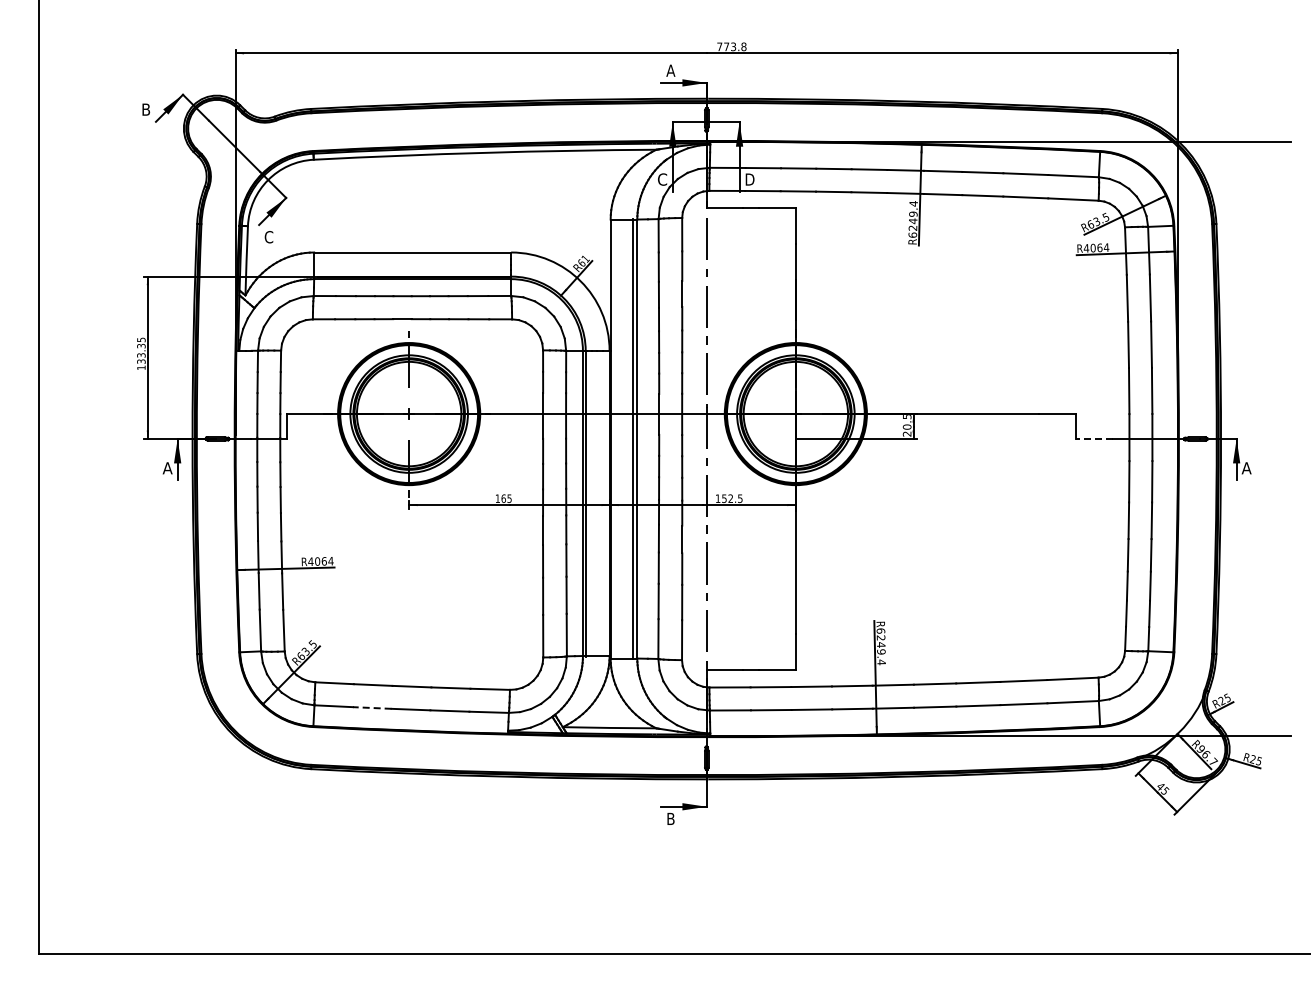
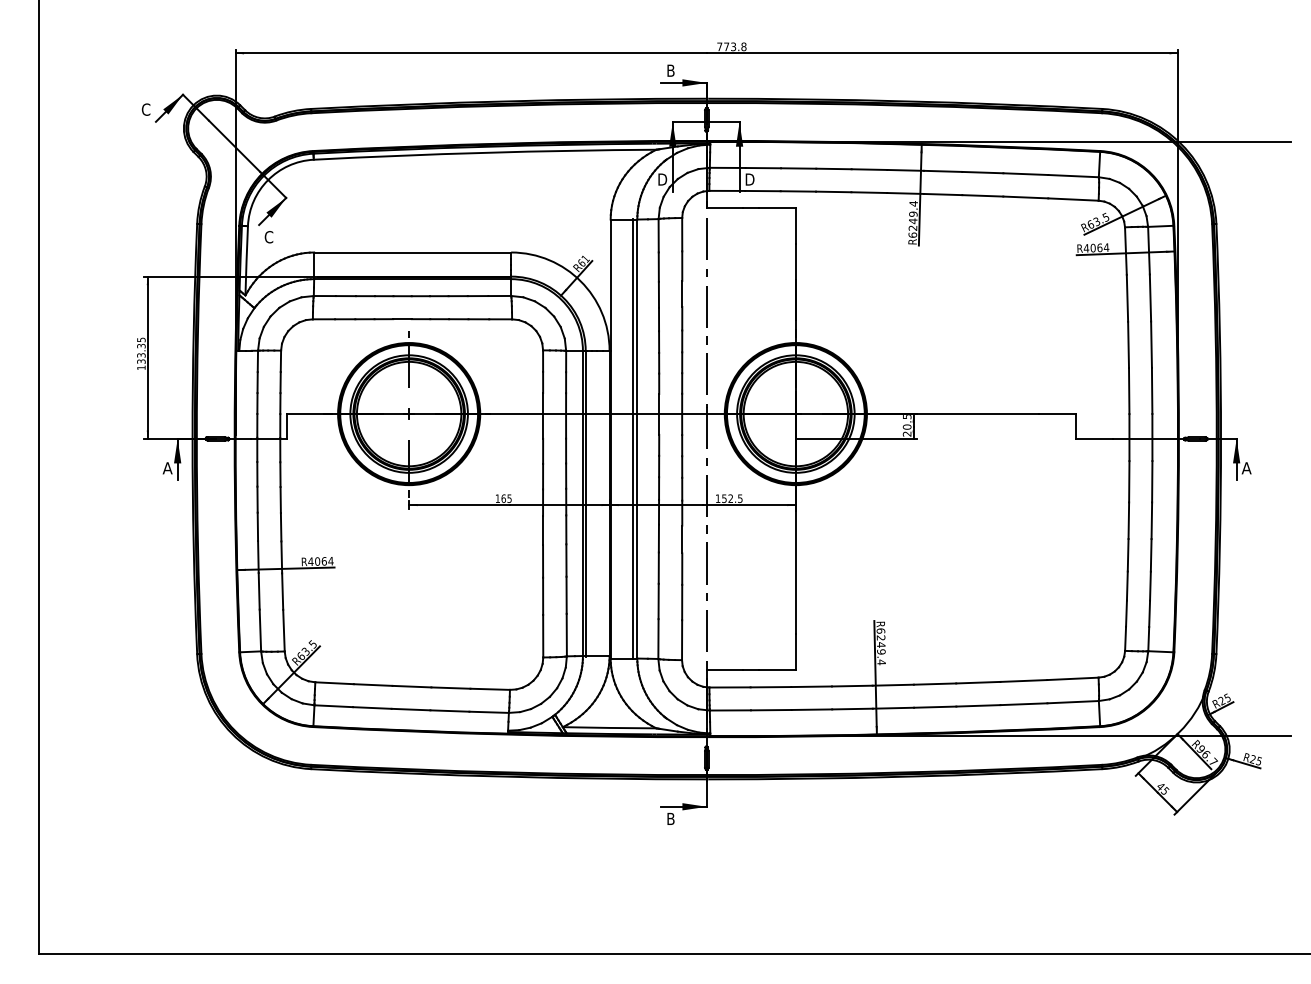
text at (670, 70): A -> B
text at (145, 109): B -> C
text at (662, 179): C -> D
line at (1093, 439): dashed -> solid
line at (371, 707): dashed -> solid
